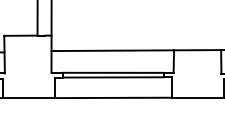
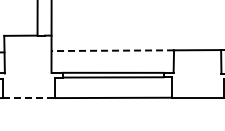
line at (112, 50): solid -> dashed
line at (28, 98): solid -> dashed
